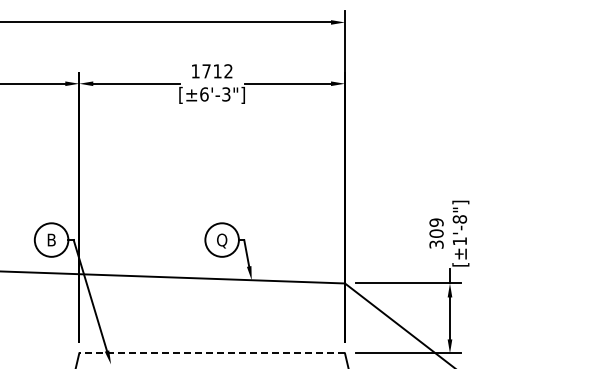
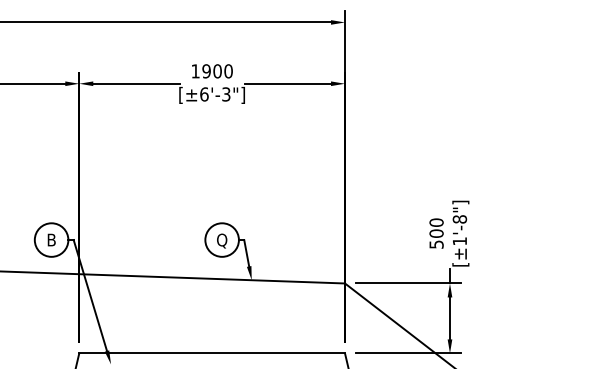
text at (217, 71): 1712 -> 1900
text at (436, 233): 309 -> 500
line at (212, 353): dashed -> solid
